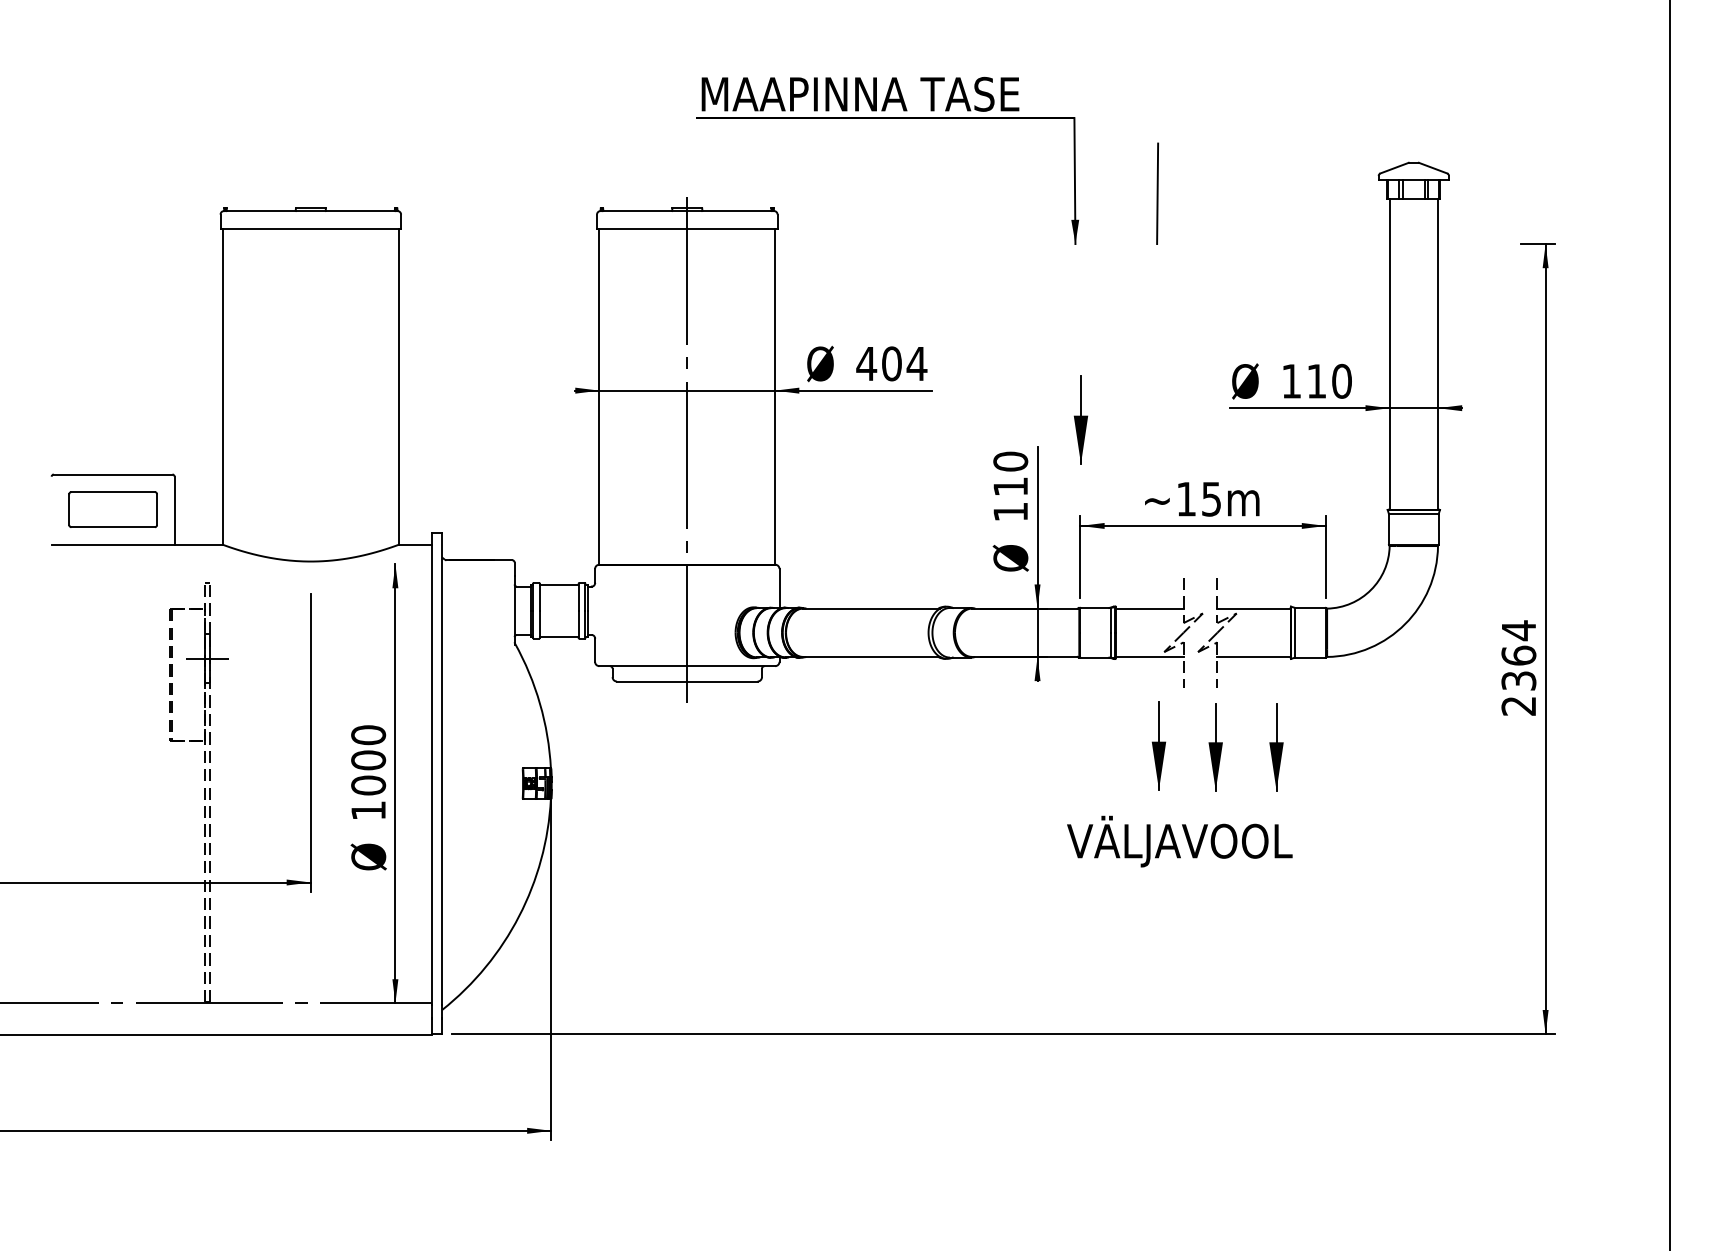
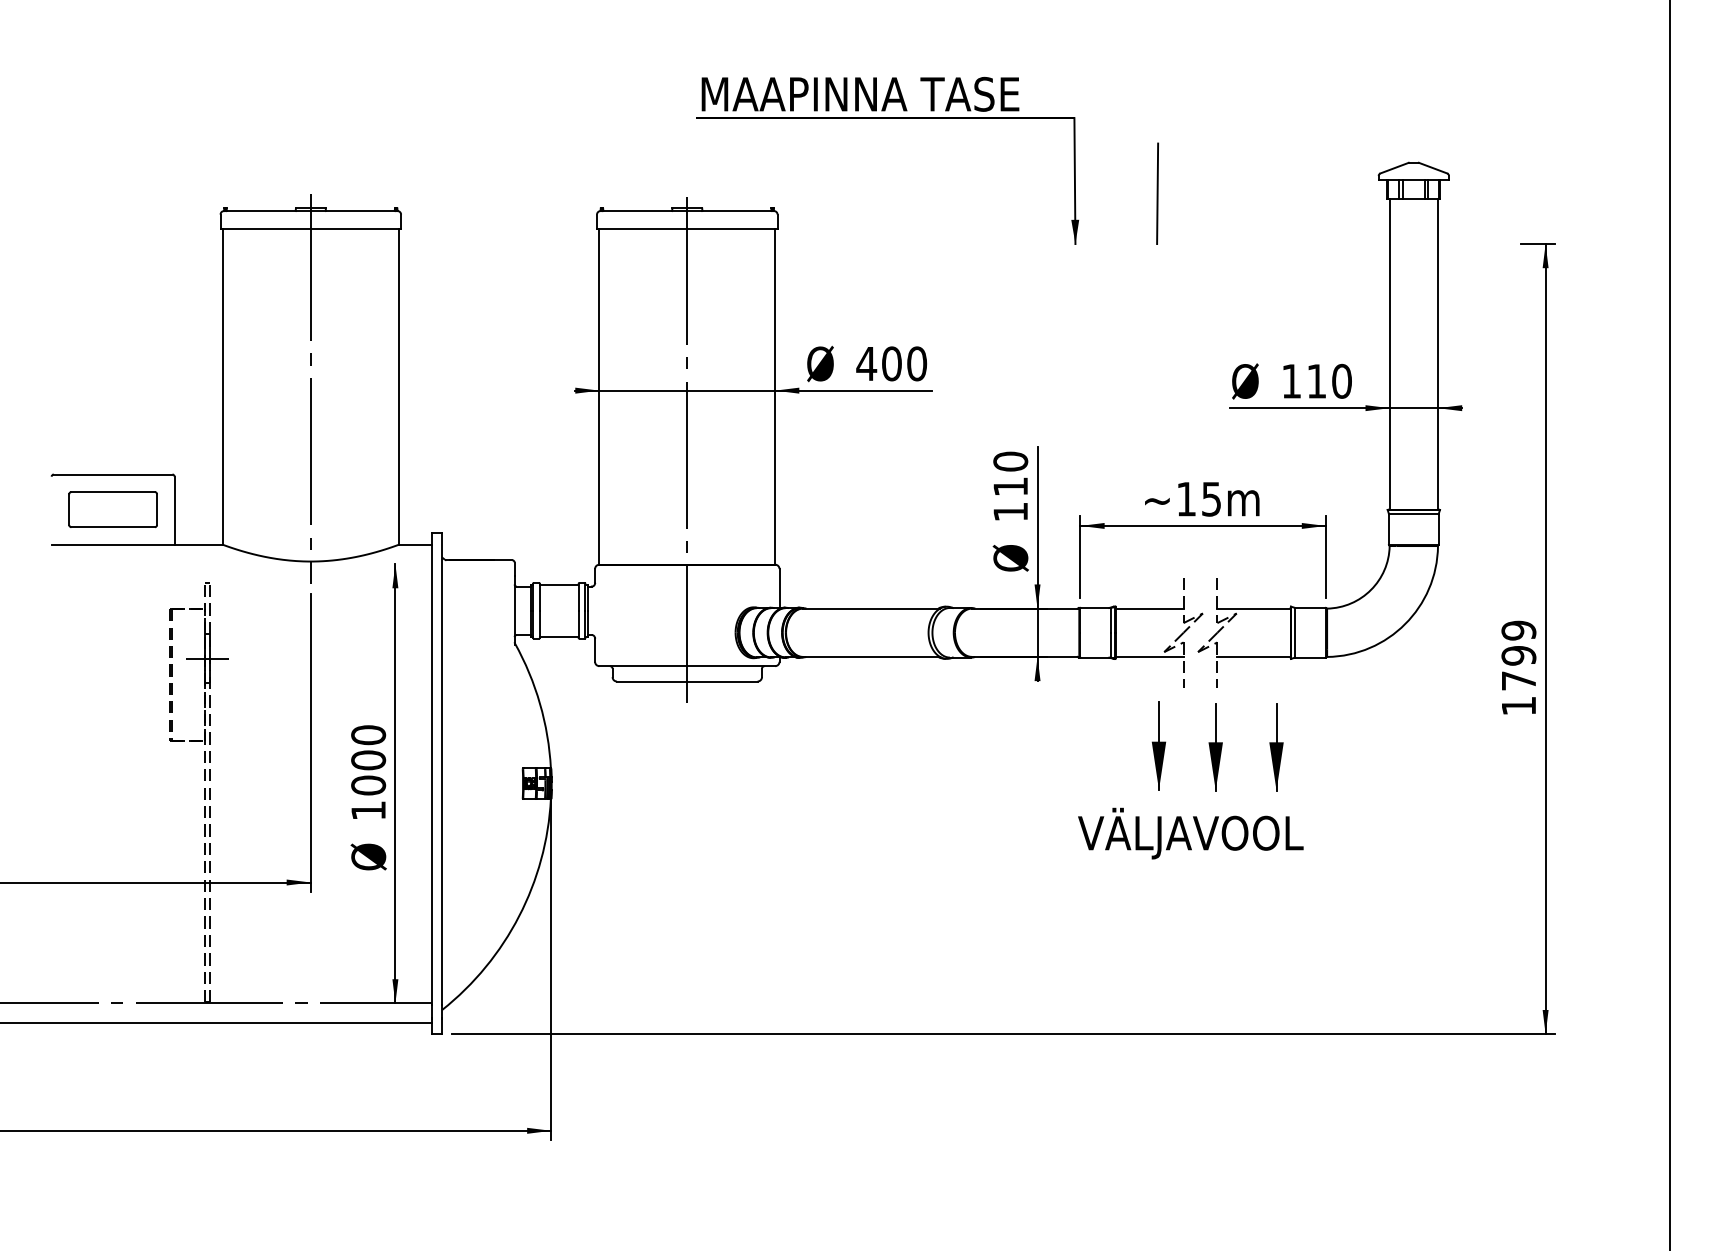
text at (916, 363): 404 -> 400
line at (310, 388): none -> present
part at (1080, 419): present -> none
text at (1518, 667): 2364 -> 1799
text at (1179, 841) position: (1179, 841) -> (1190, 833)
line at (216, 1034) position: (216, 1034) -> (216, 1022)
